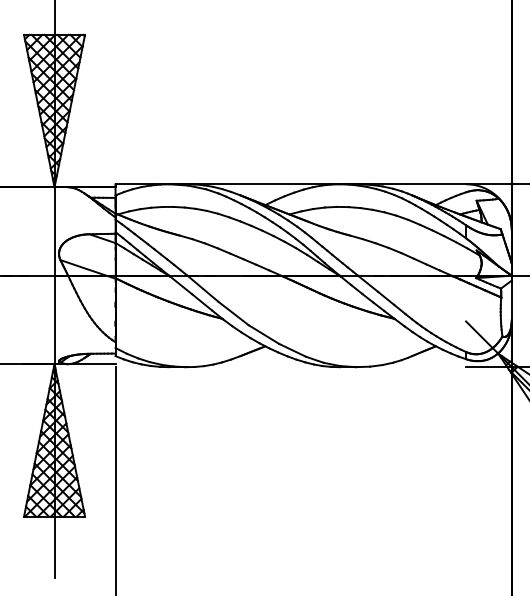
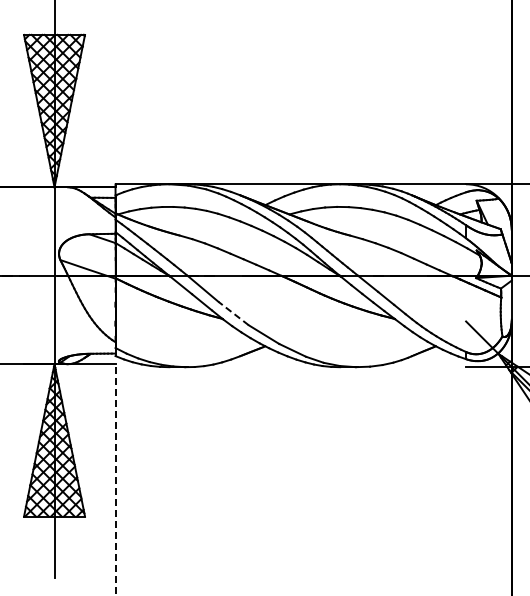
line at (233, 313): solid -> dashed
line at (115, 481): solid -> dashed
